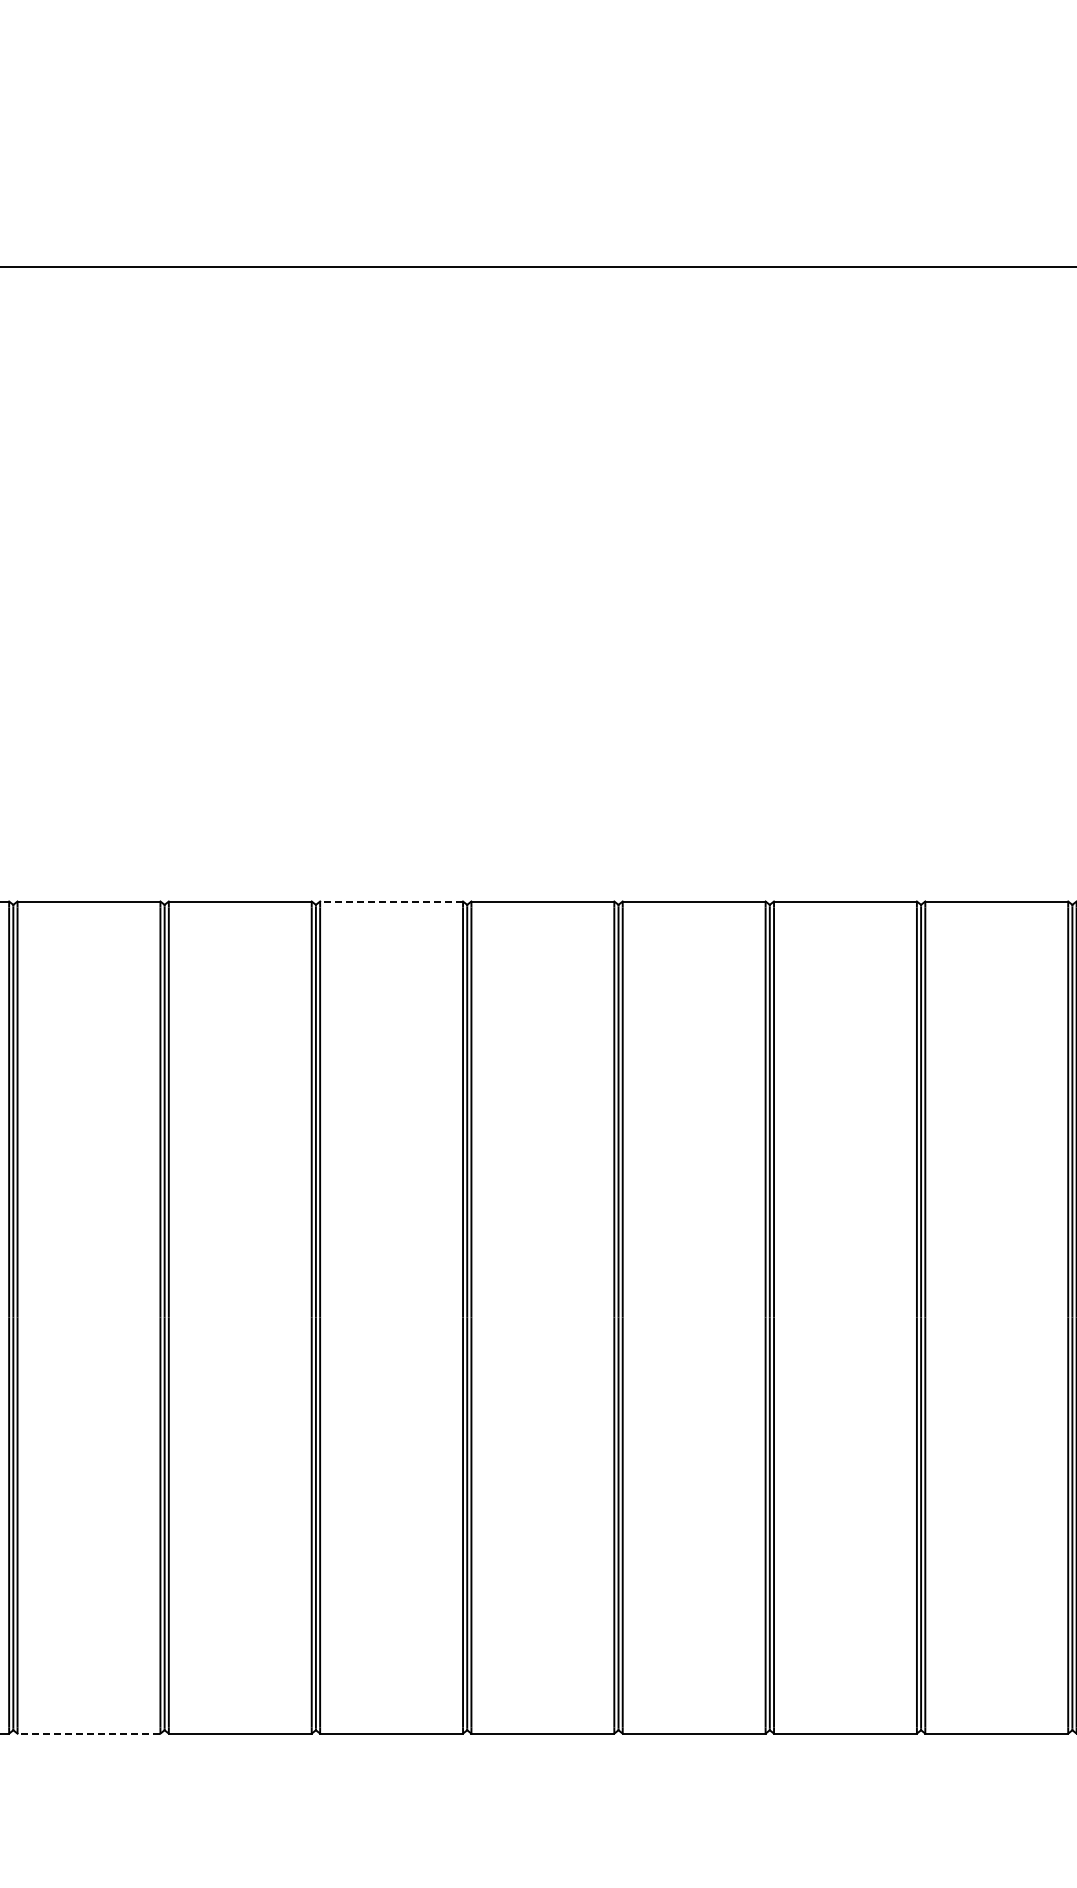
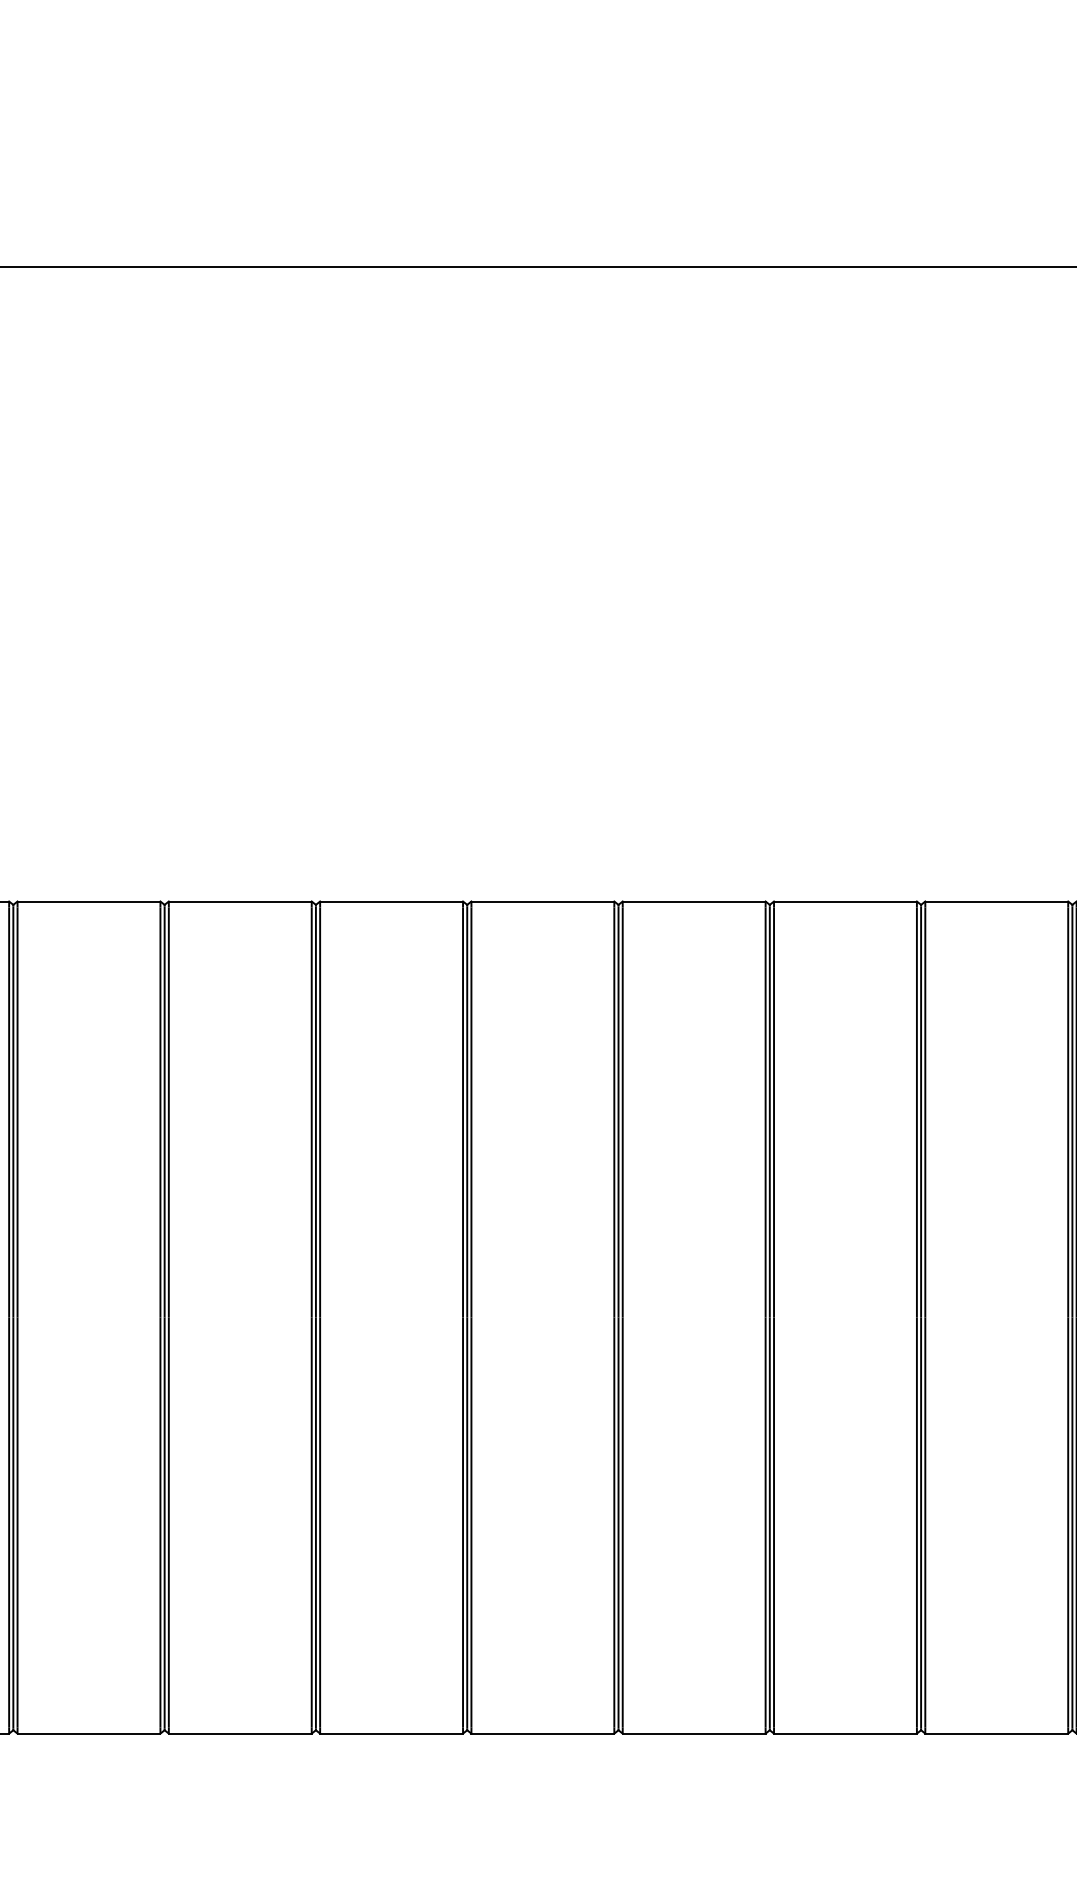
line at (391, 901): dashed -> solid
line at (88, 1733): dashed -> solid
